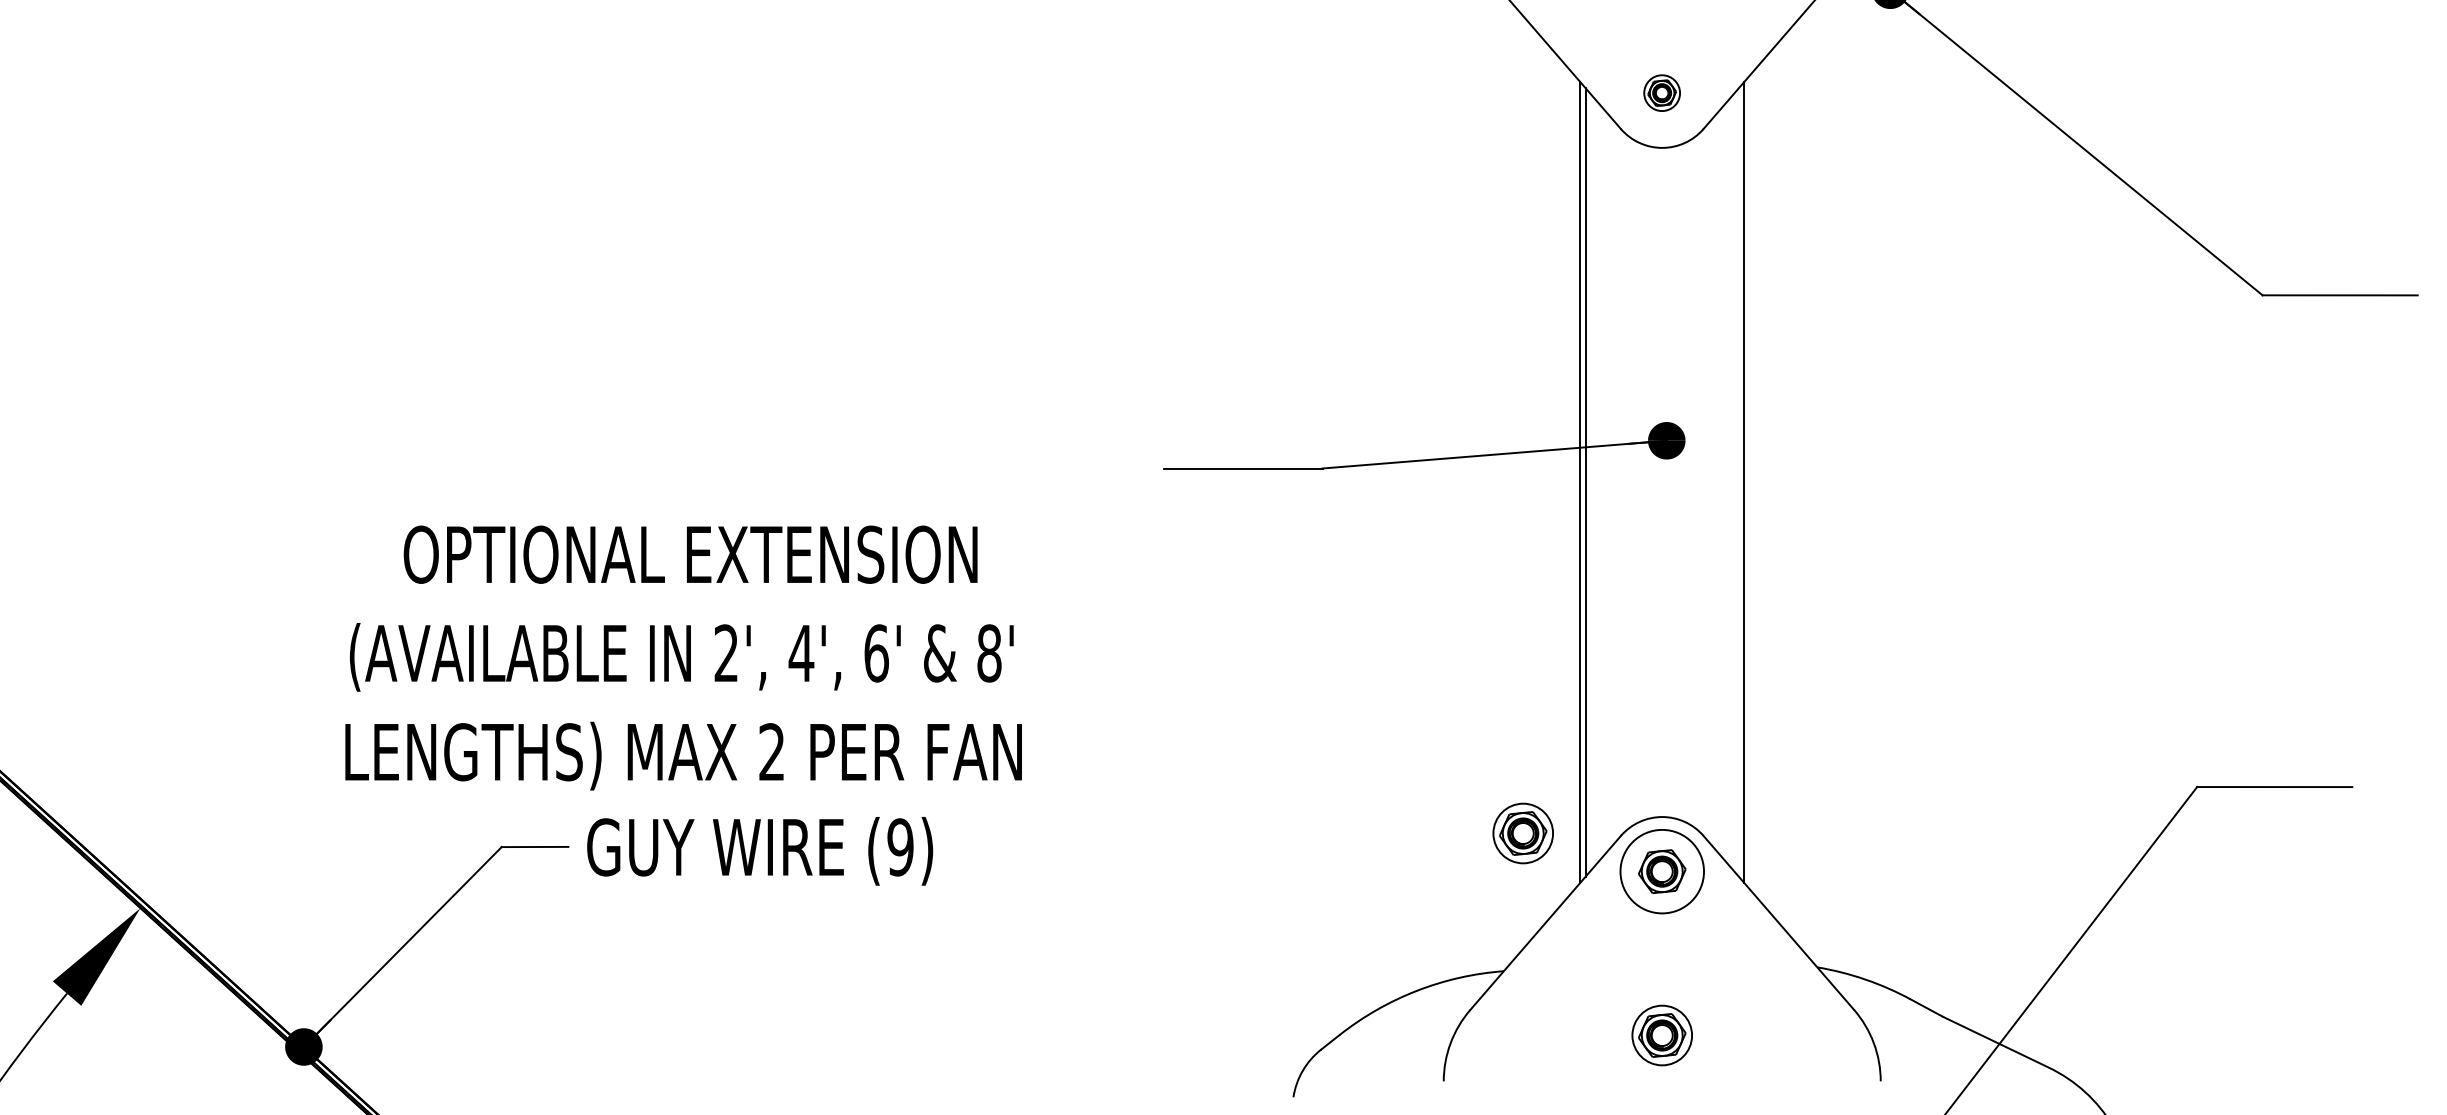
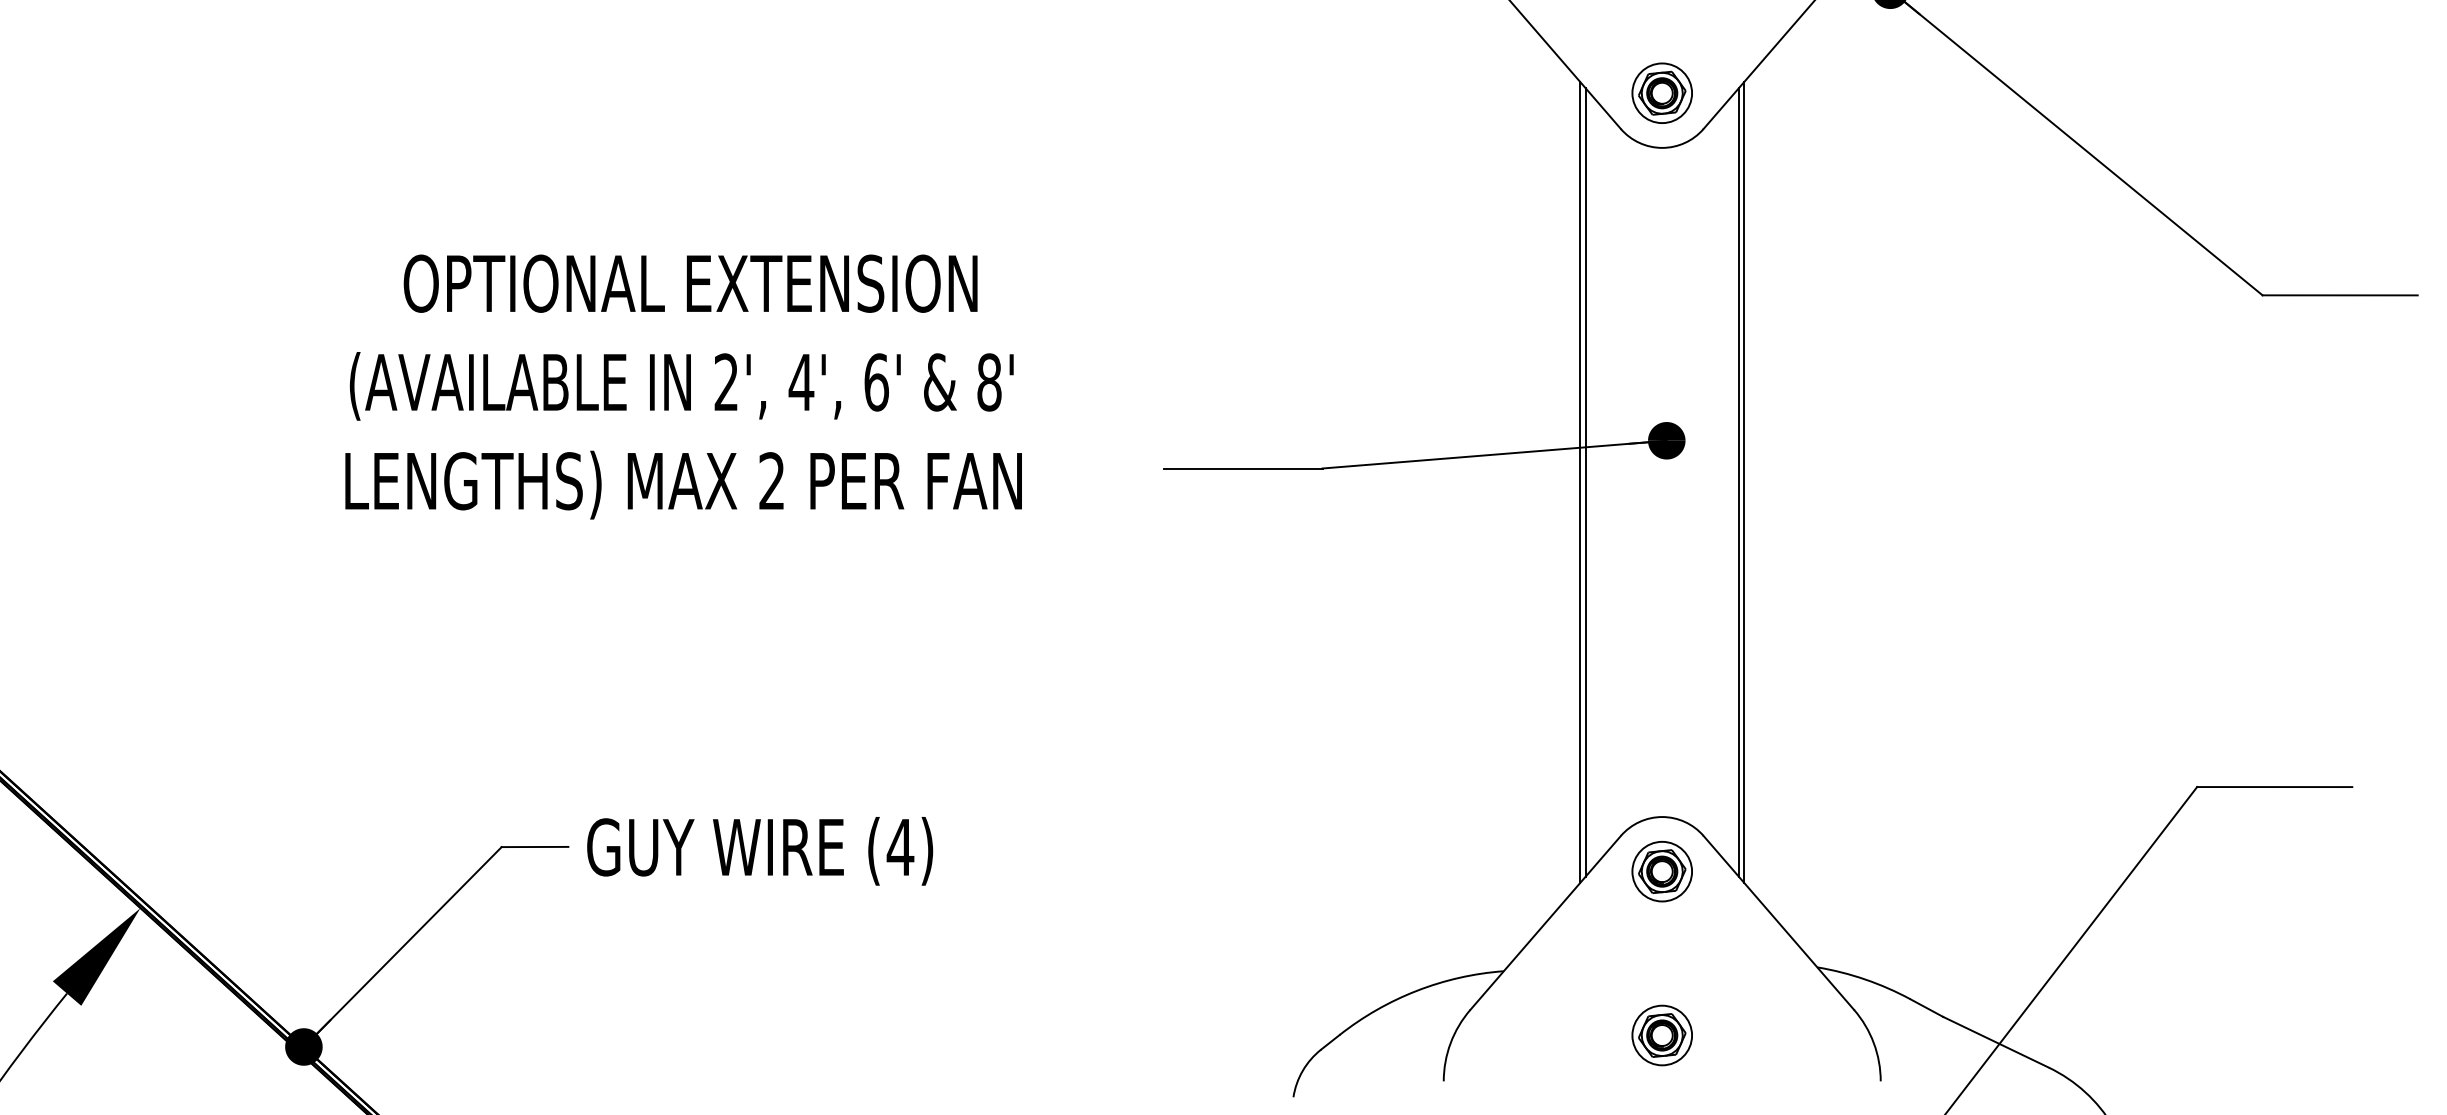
part at (1661, 92) size: 38x38 px -> 62x62 px
line at (1738, 482): none -> present
text at (683, 657) position: (683, 657) -> (683, 386)
part at (1522, 833): present -> none
text at (900, 847): (9) -> (4)
circle at (1662, 871) diameter: 84 px -> 60 px
